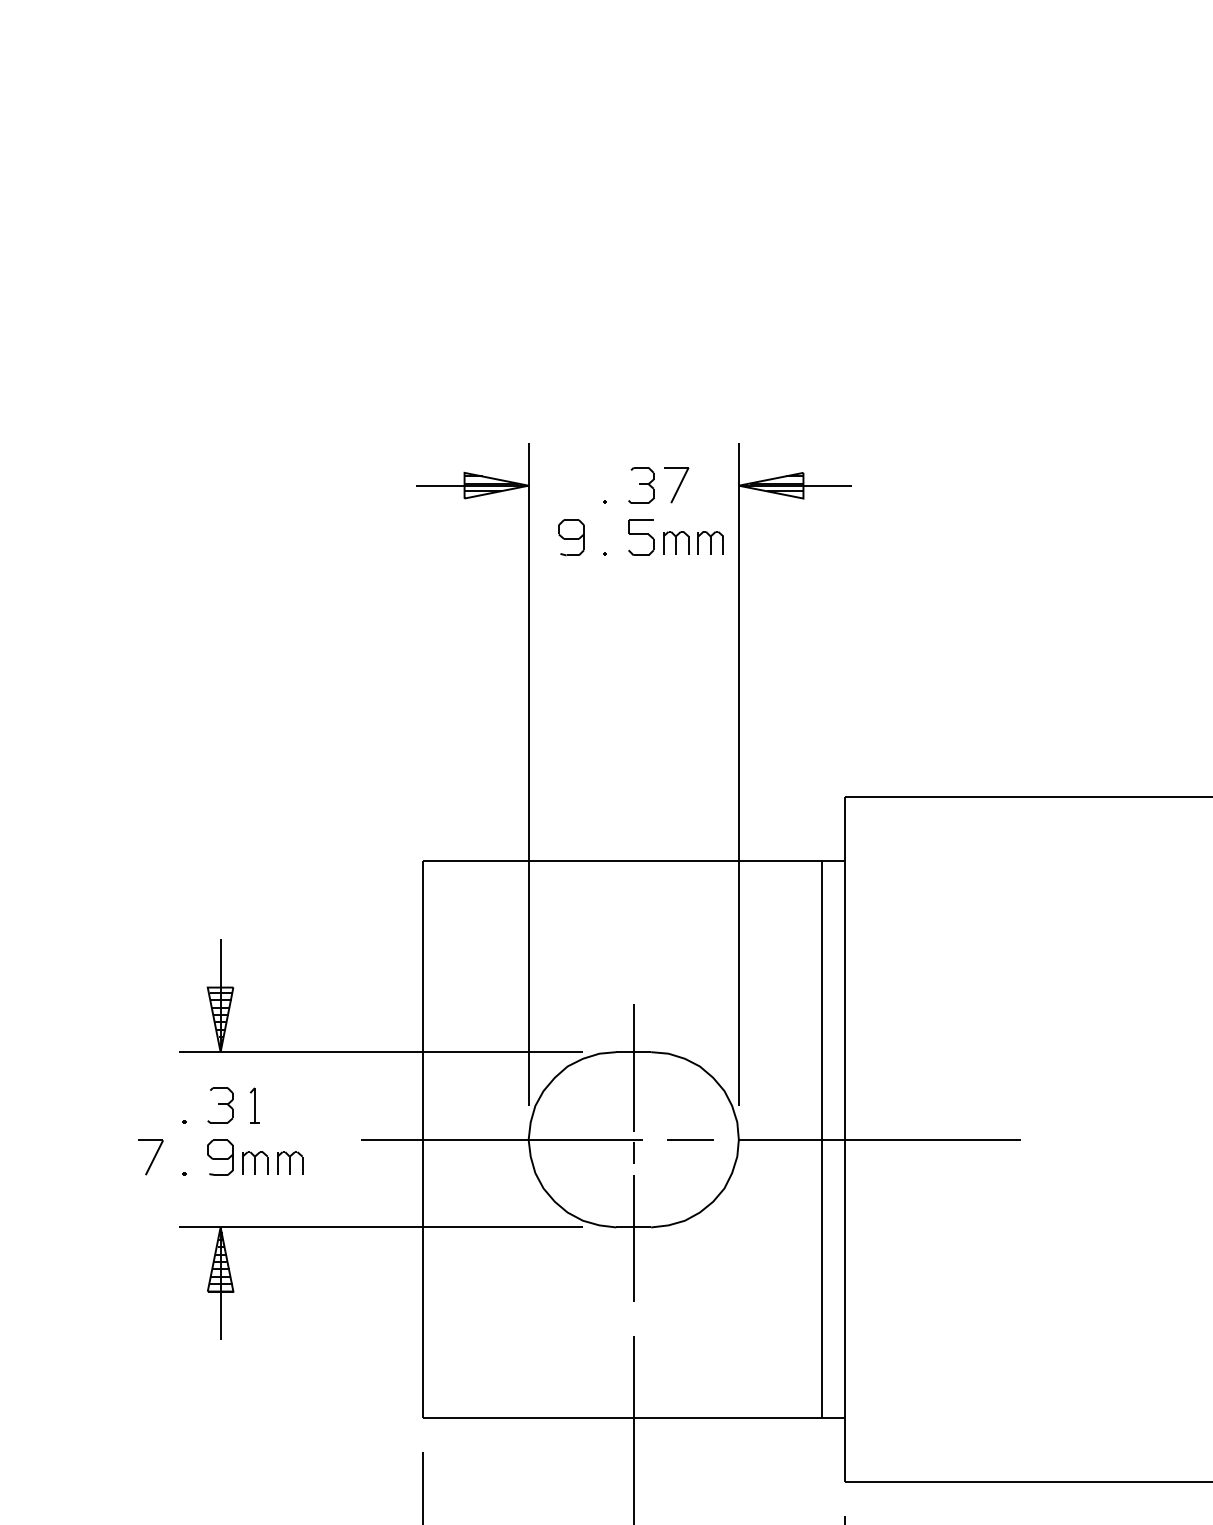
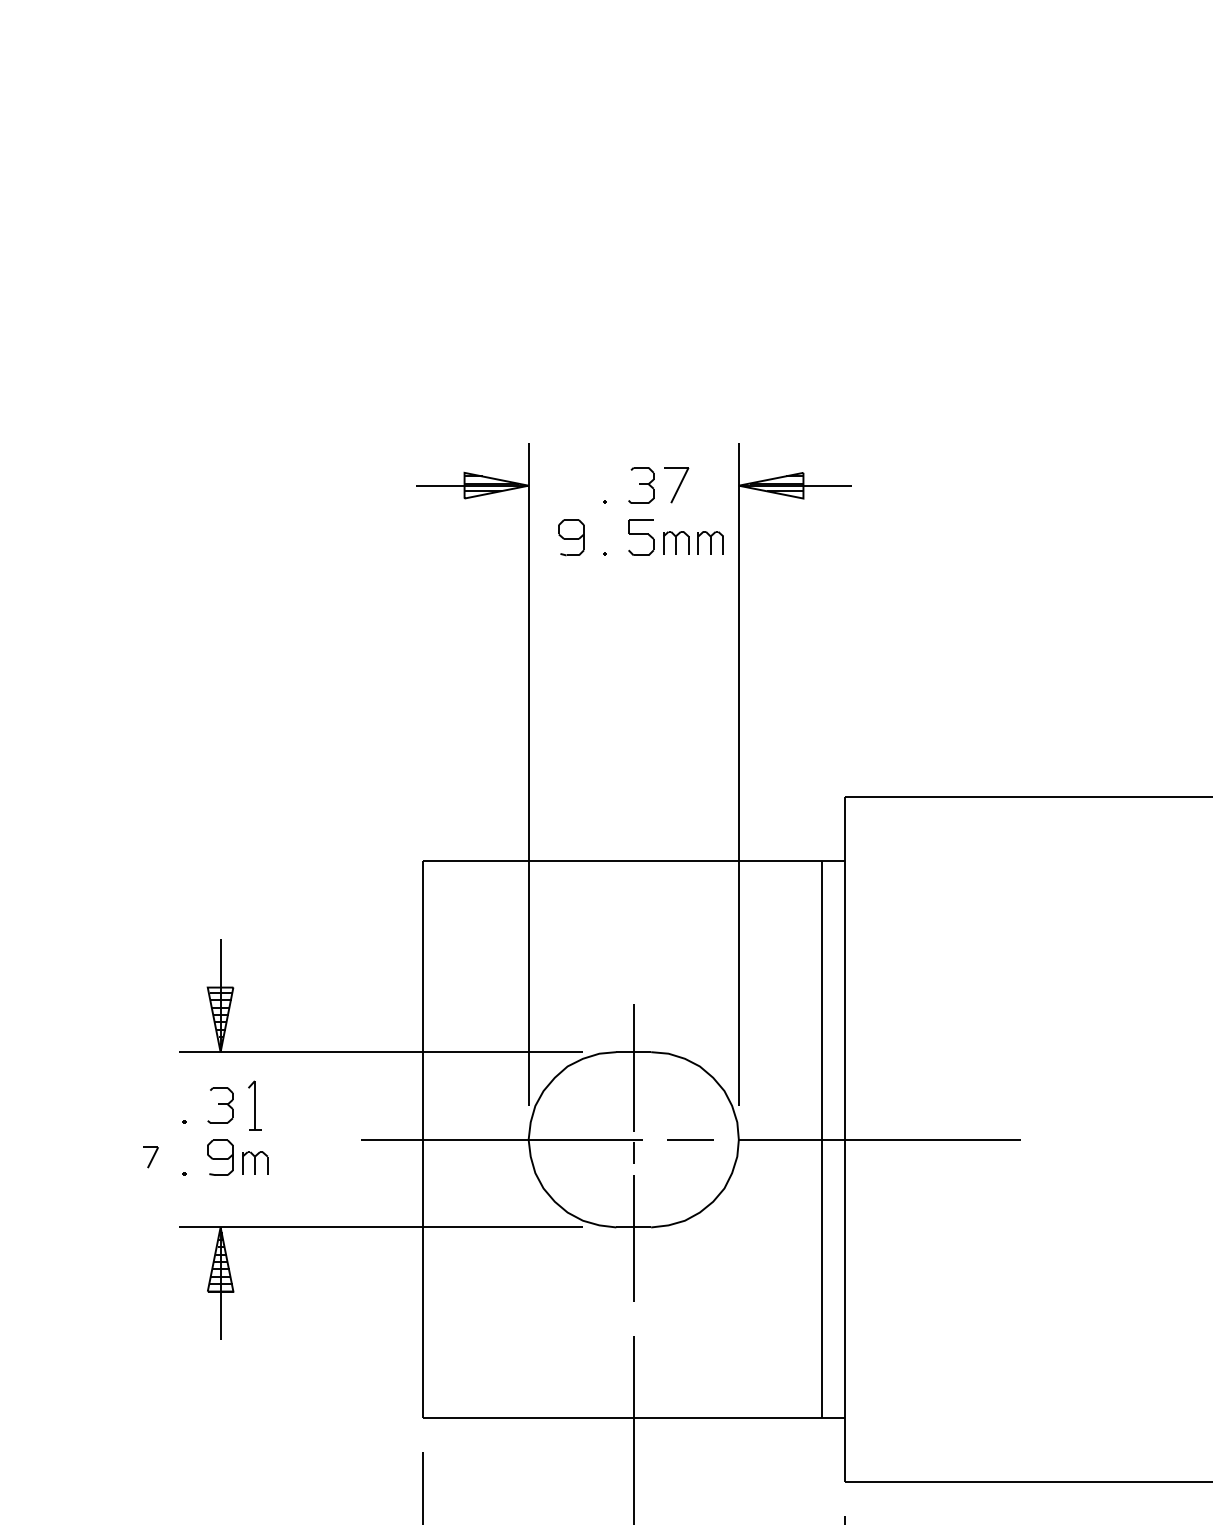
part at (254, 1105) size: 10x37 px -> 14x51 px
part at (150, 1157) size: 26x37 px -> 16x23 px
part at (290, 1162): present -> none
